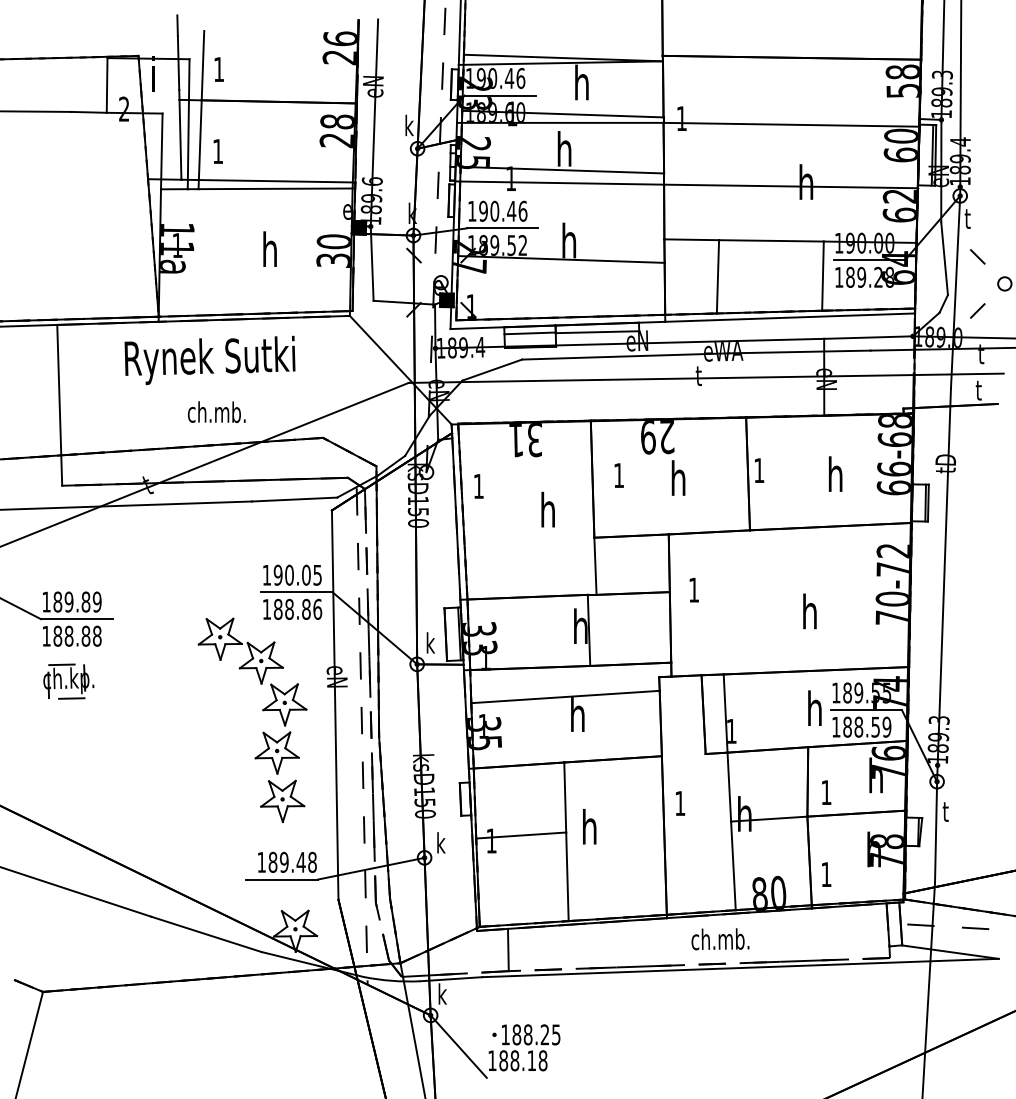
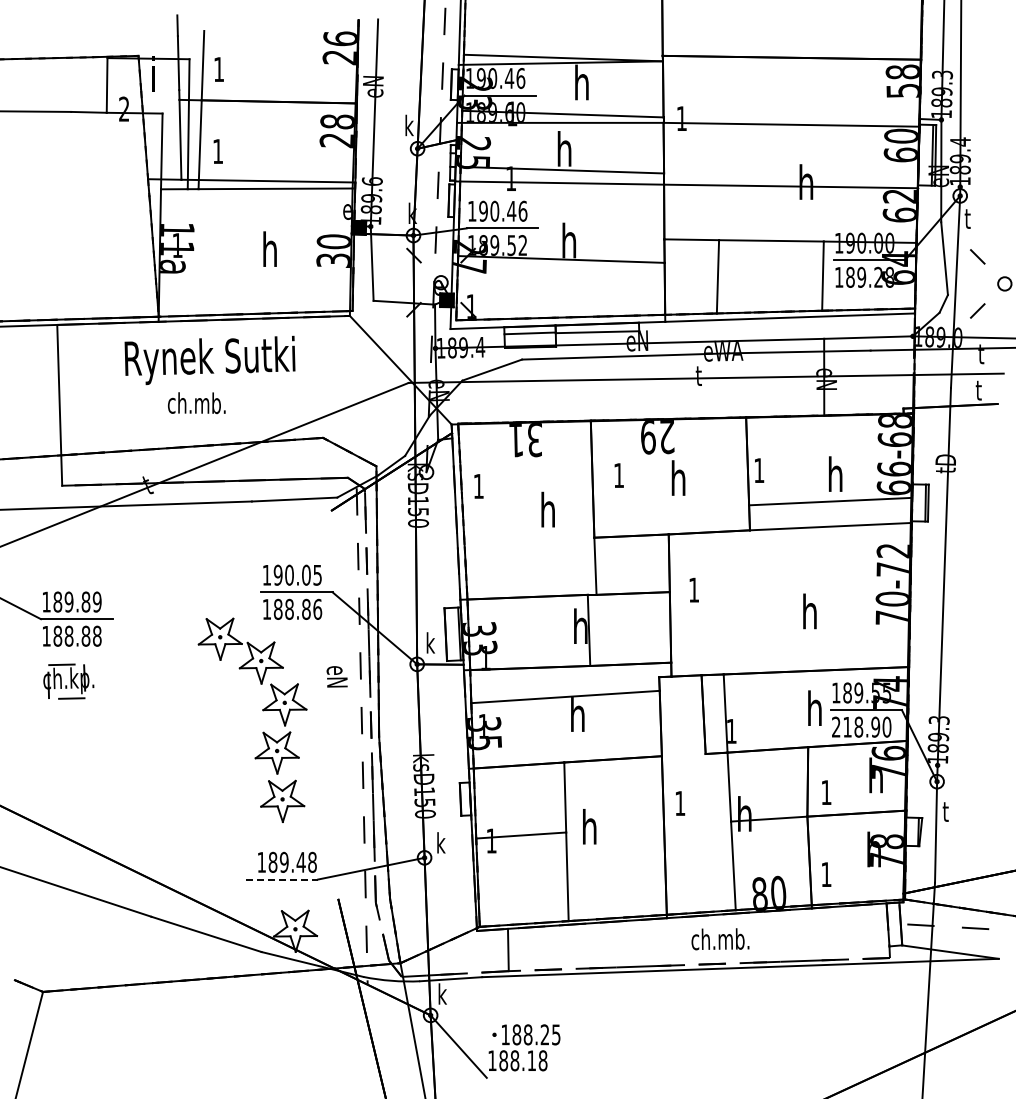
text at (216, 412) position: (216, 412) -> (196, 403)
line at (830, 526) position: (830, 526) -> (829, 501)
line at (334, 704): present -> none
text at (861, 726): 188.59 -> 218.90
line at (282, 879): solid -> dashed
